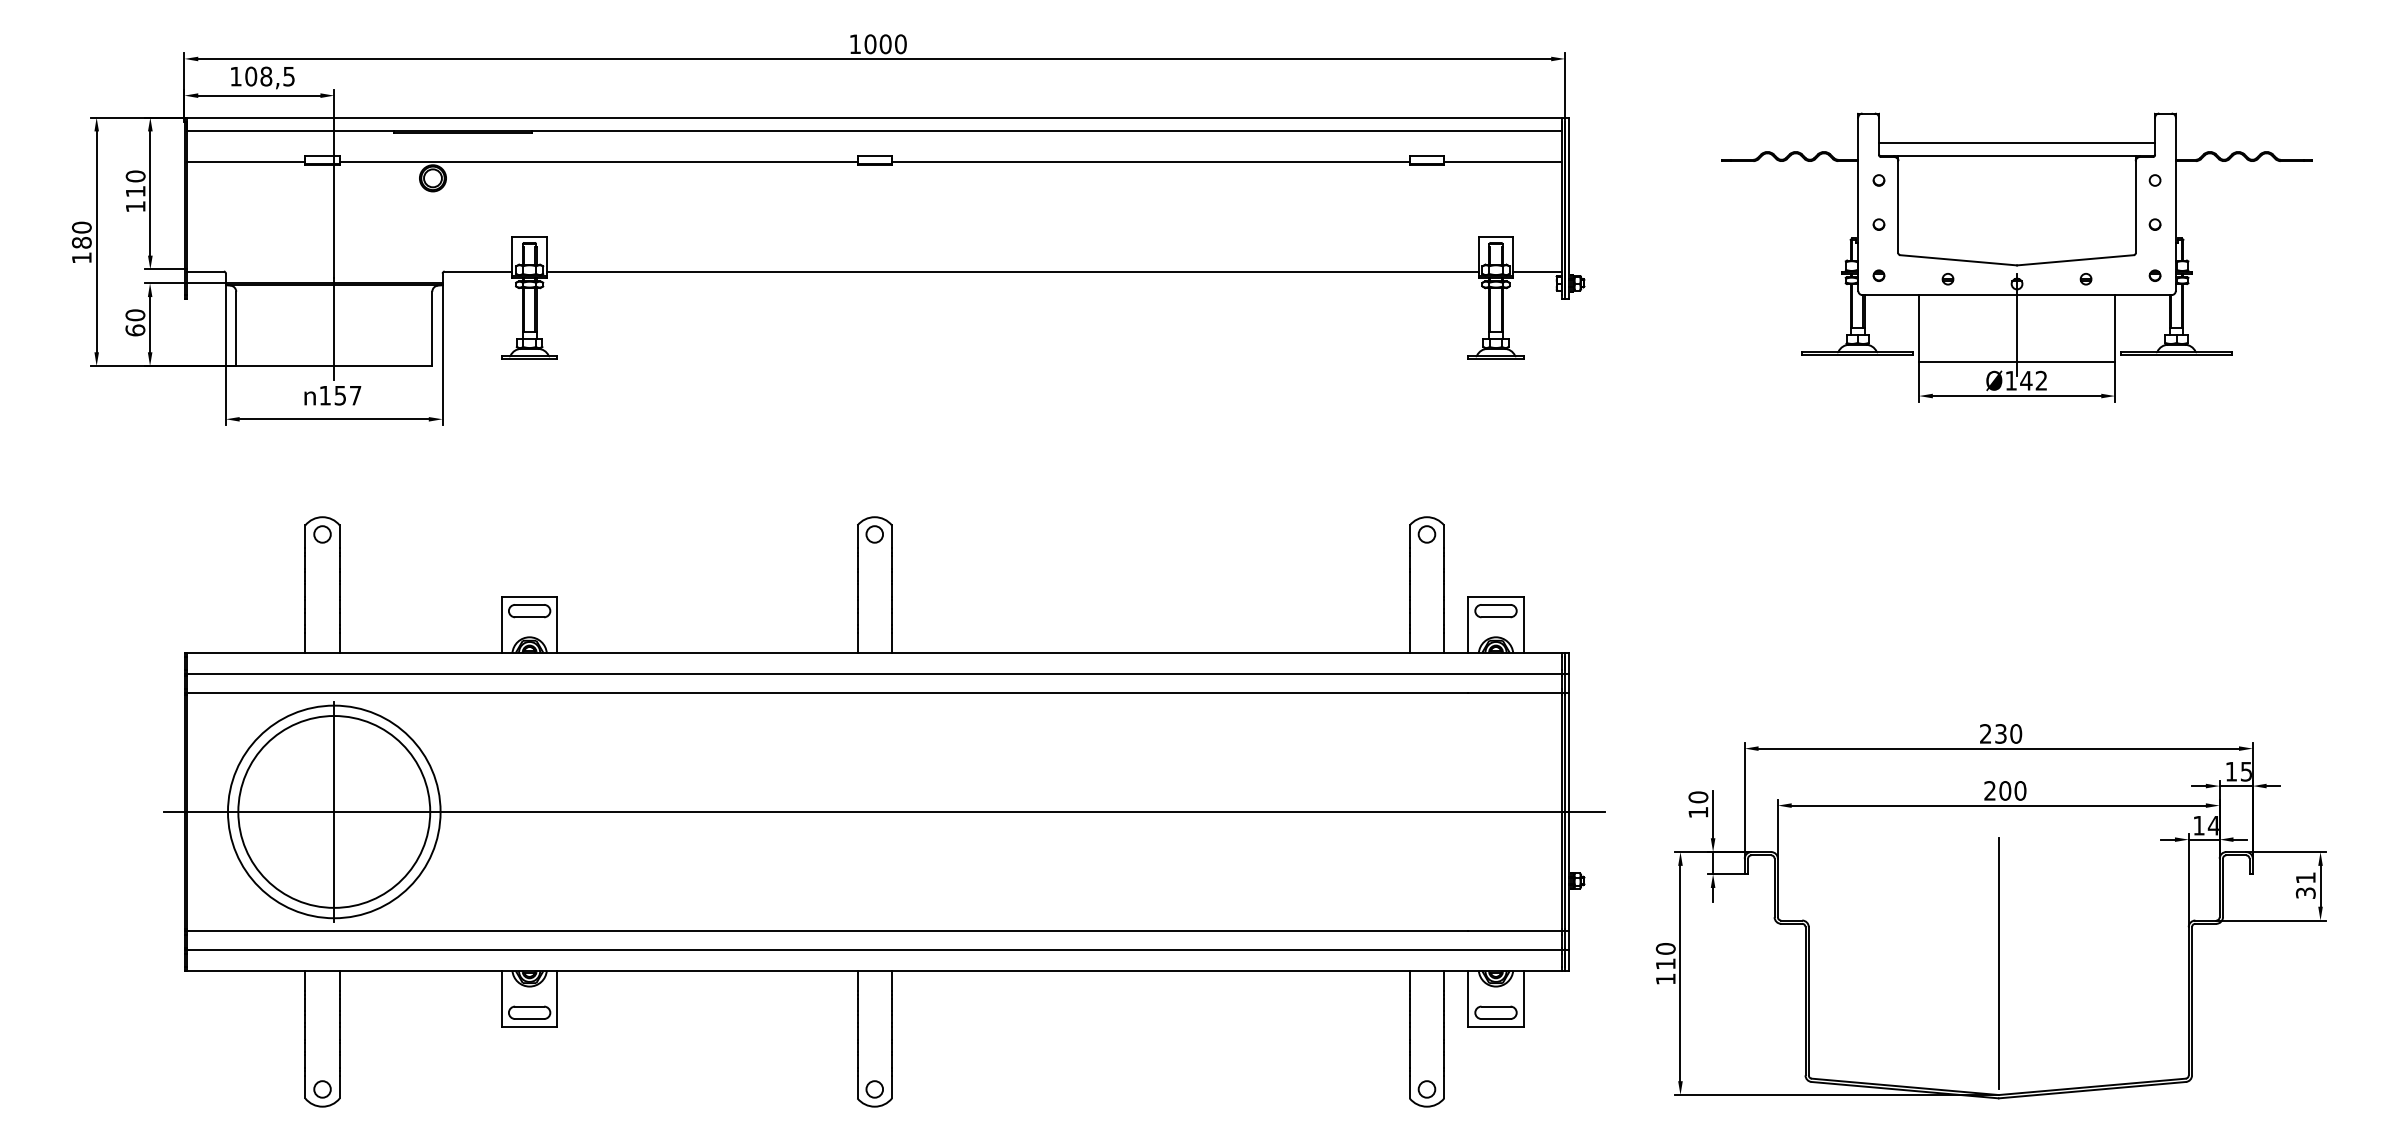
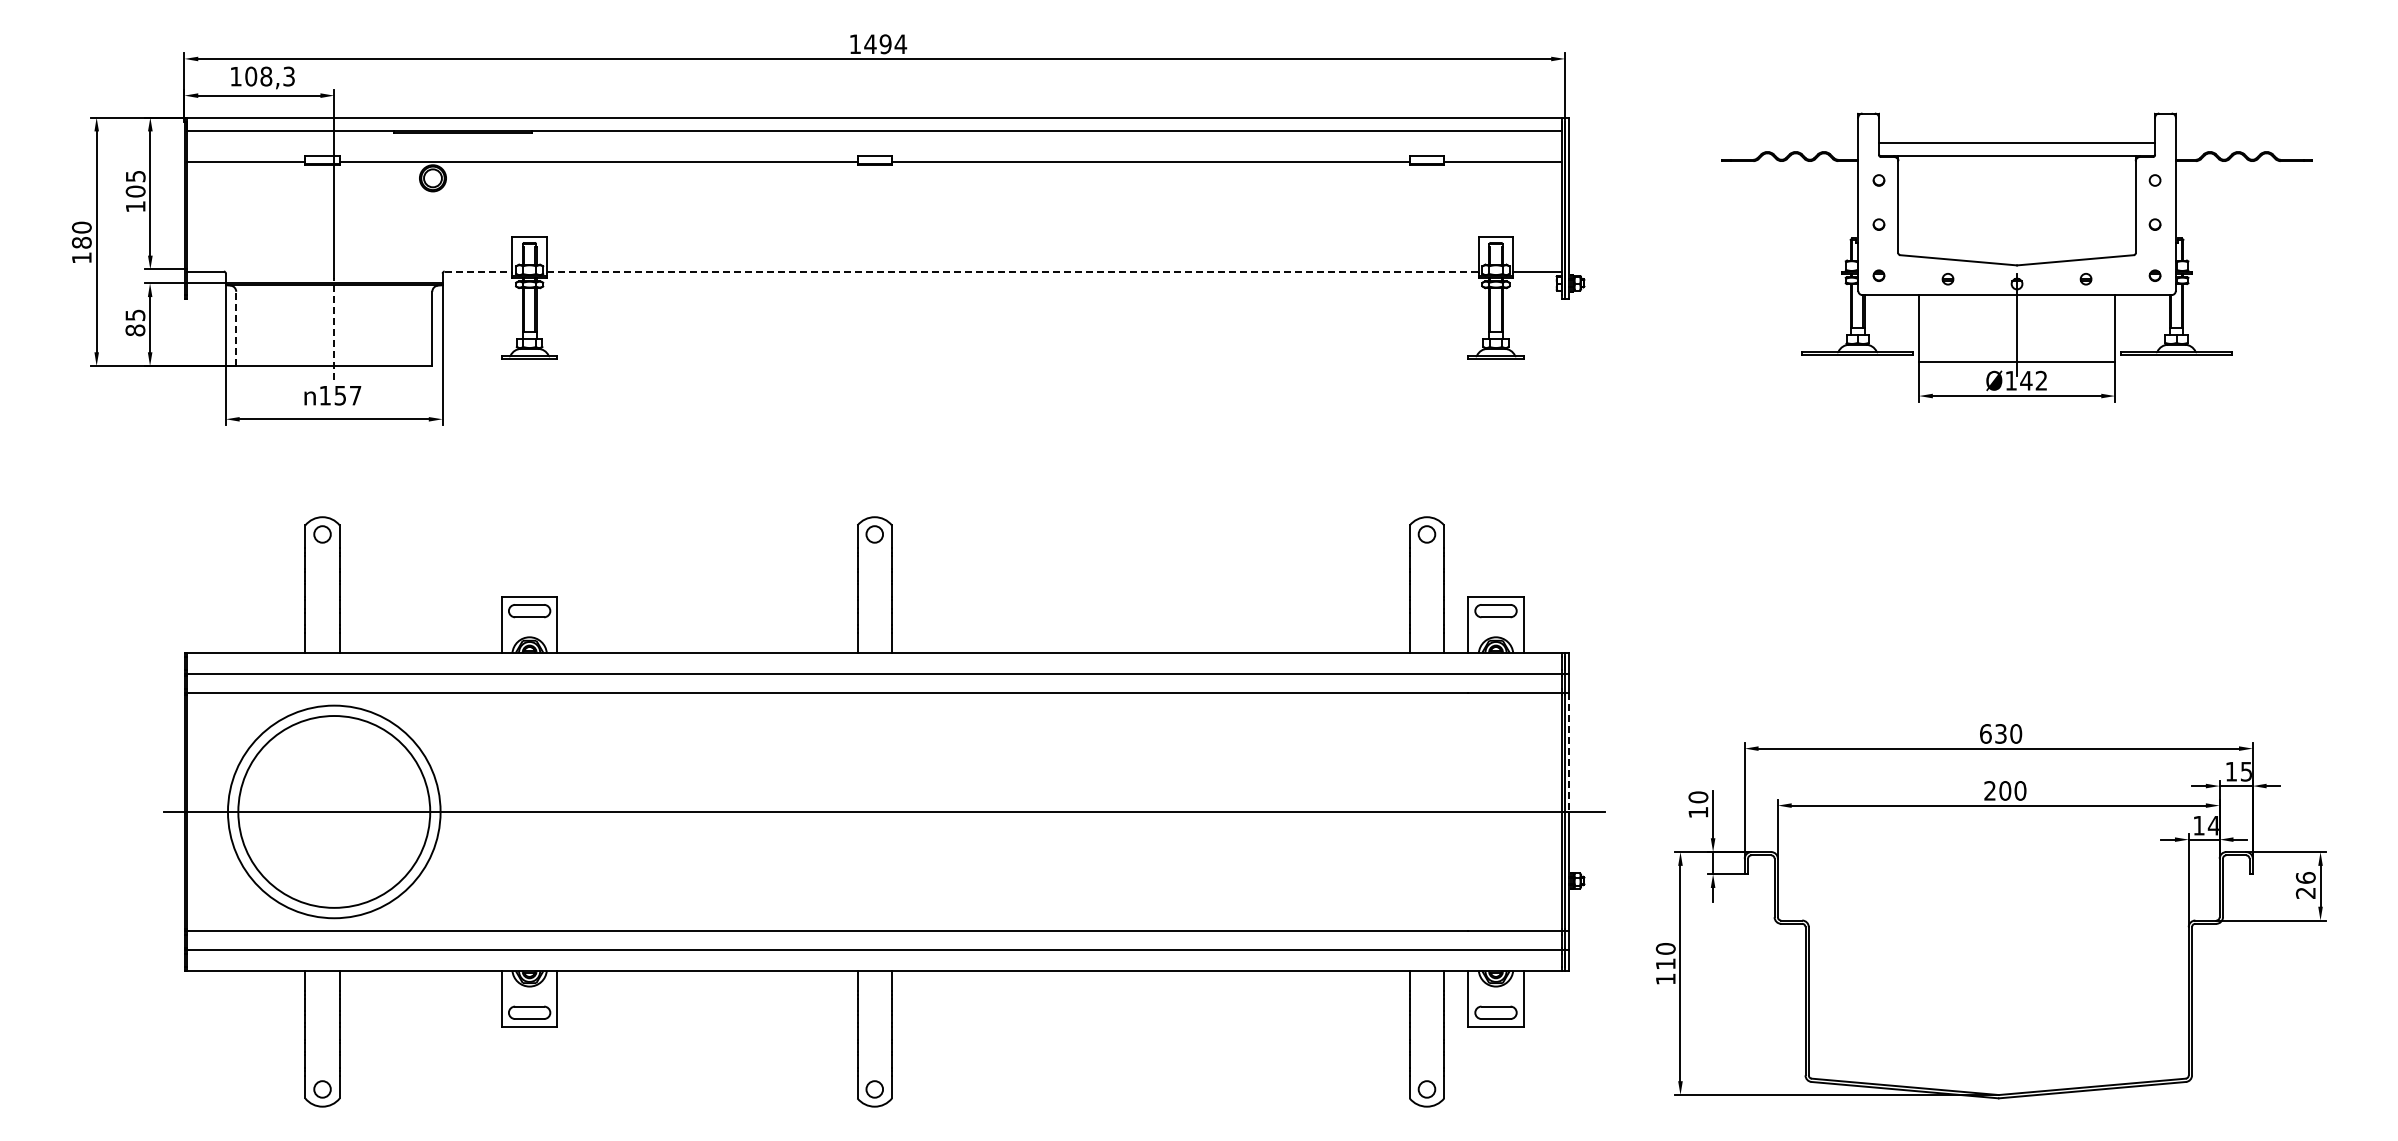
text at (885, 44): 1000 -> 1494
text at (289, 75): 108,5 -> 108,3
text at (135, 183): 110 -> 105
line at (478, 271): solid -> dashed
line at (1012, 271): solid -> dashed
text at (135, 322): 60 -> 85
line at (236, 328): solid -> dashed
line at (334, 328): solid -> dashed
text at (1985, 733): 230 -> 630
line at (1569, 753): solid -> dashed
line at (334, 811): present -> none
text at (2305, 885): 31 -> 26
line at (1998, 963): present -> none
